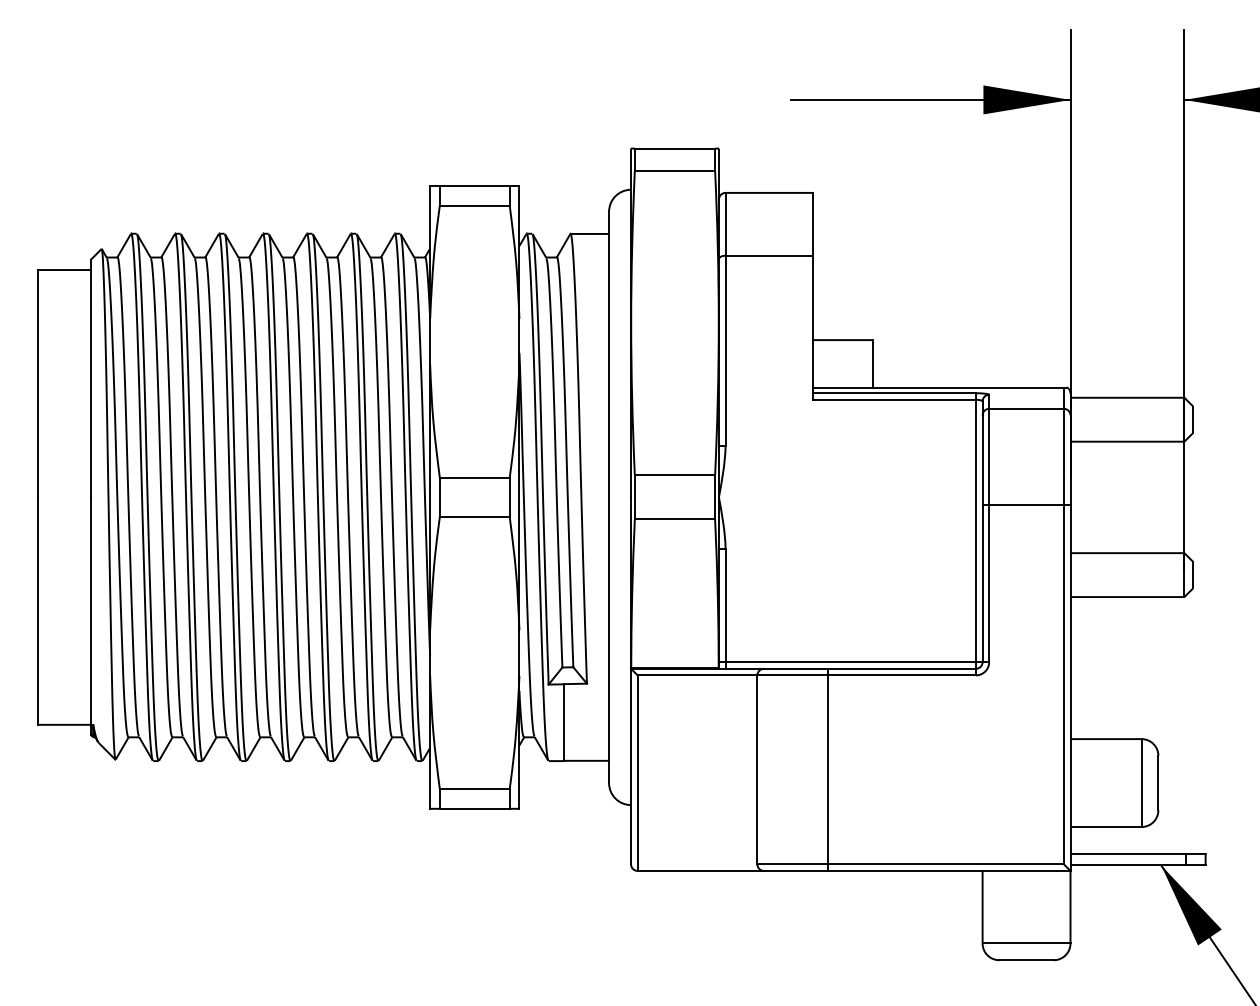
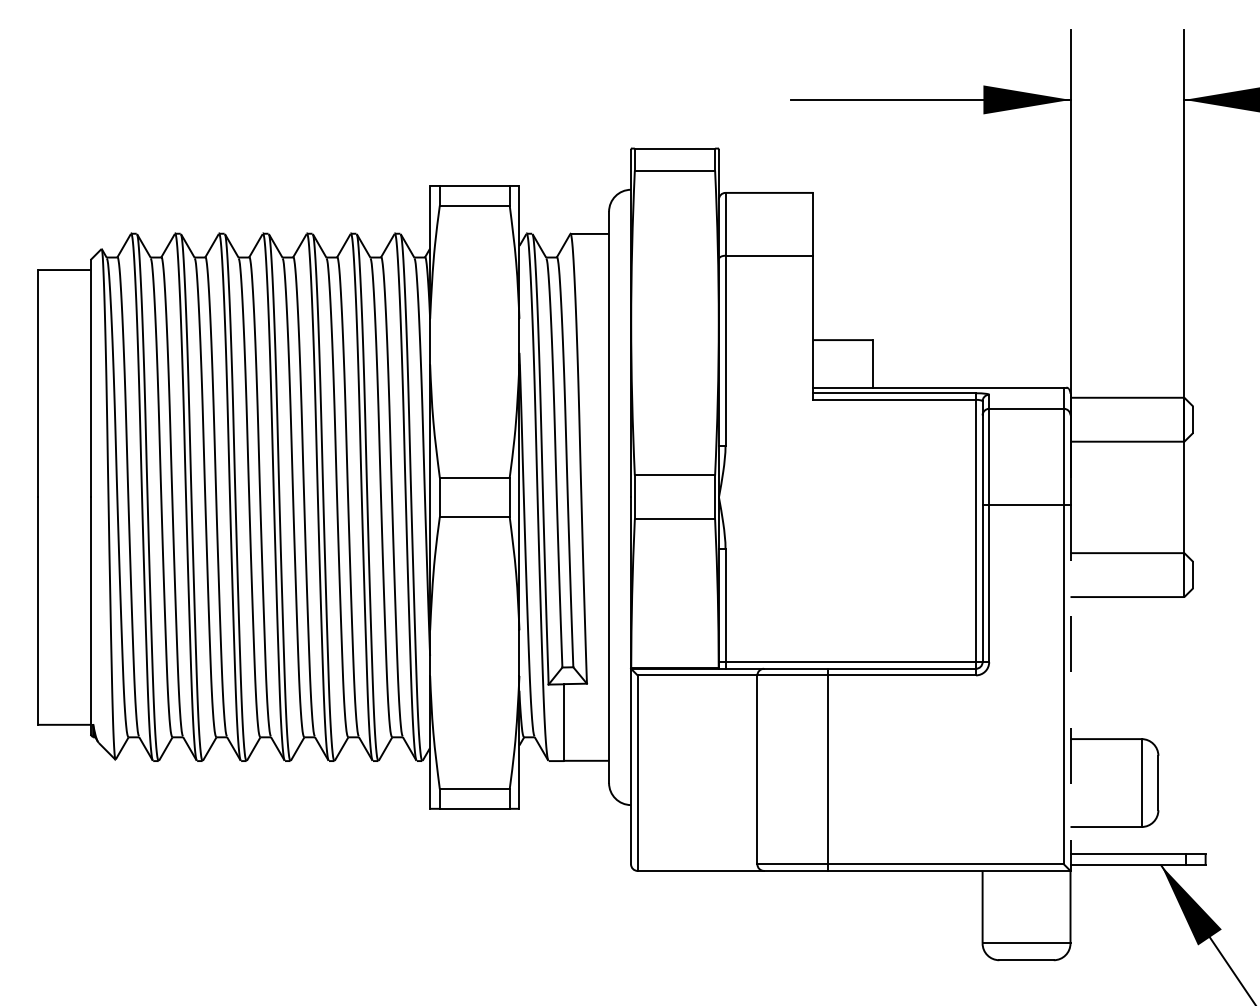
line at (1070, 688): solid -> dashed
